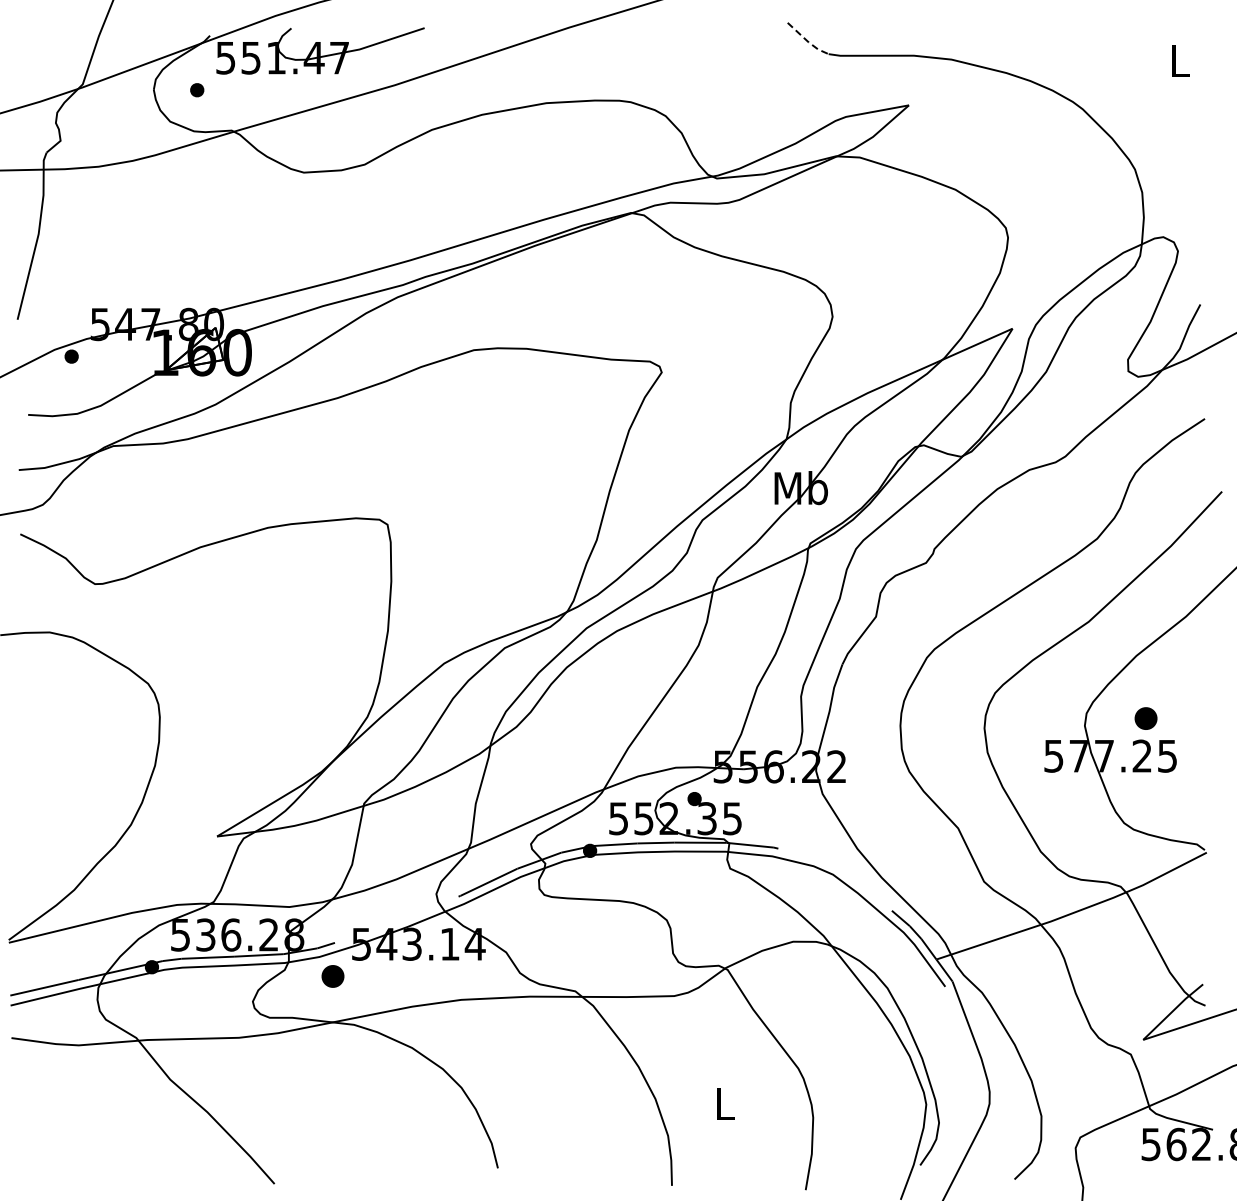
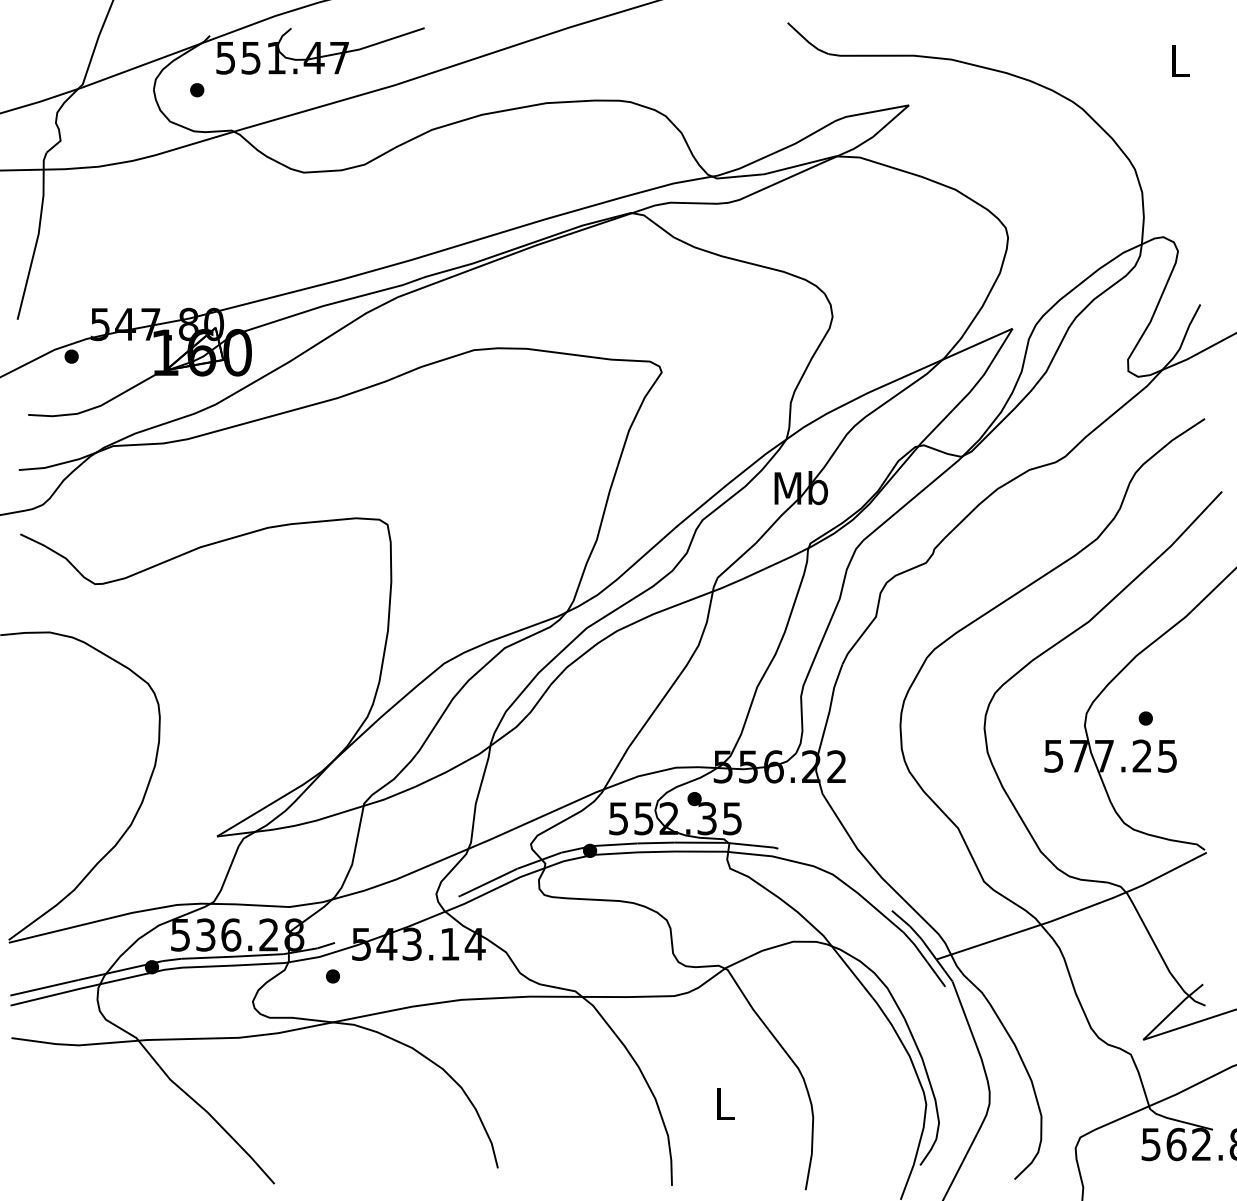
line at (808, 41): dashed -> solid
part at (1145, 718) size: 24x23 px -> 15x15 px
part at (332, 976) size: 24x23 px -> 14x15 px
